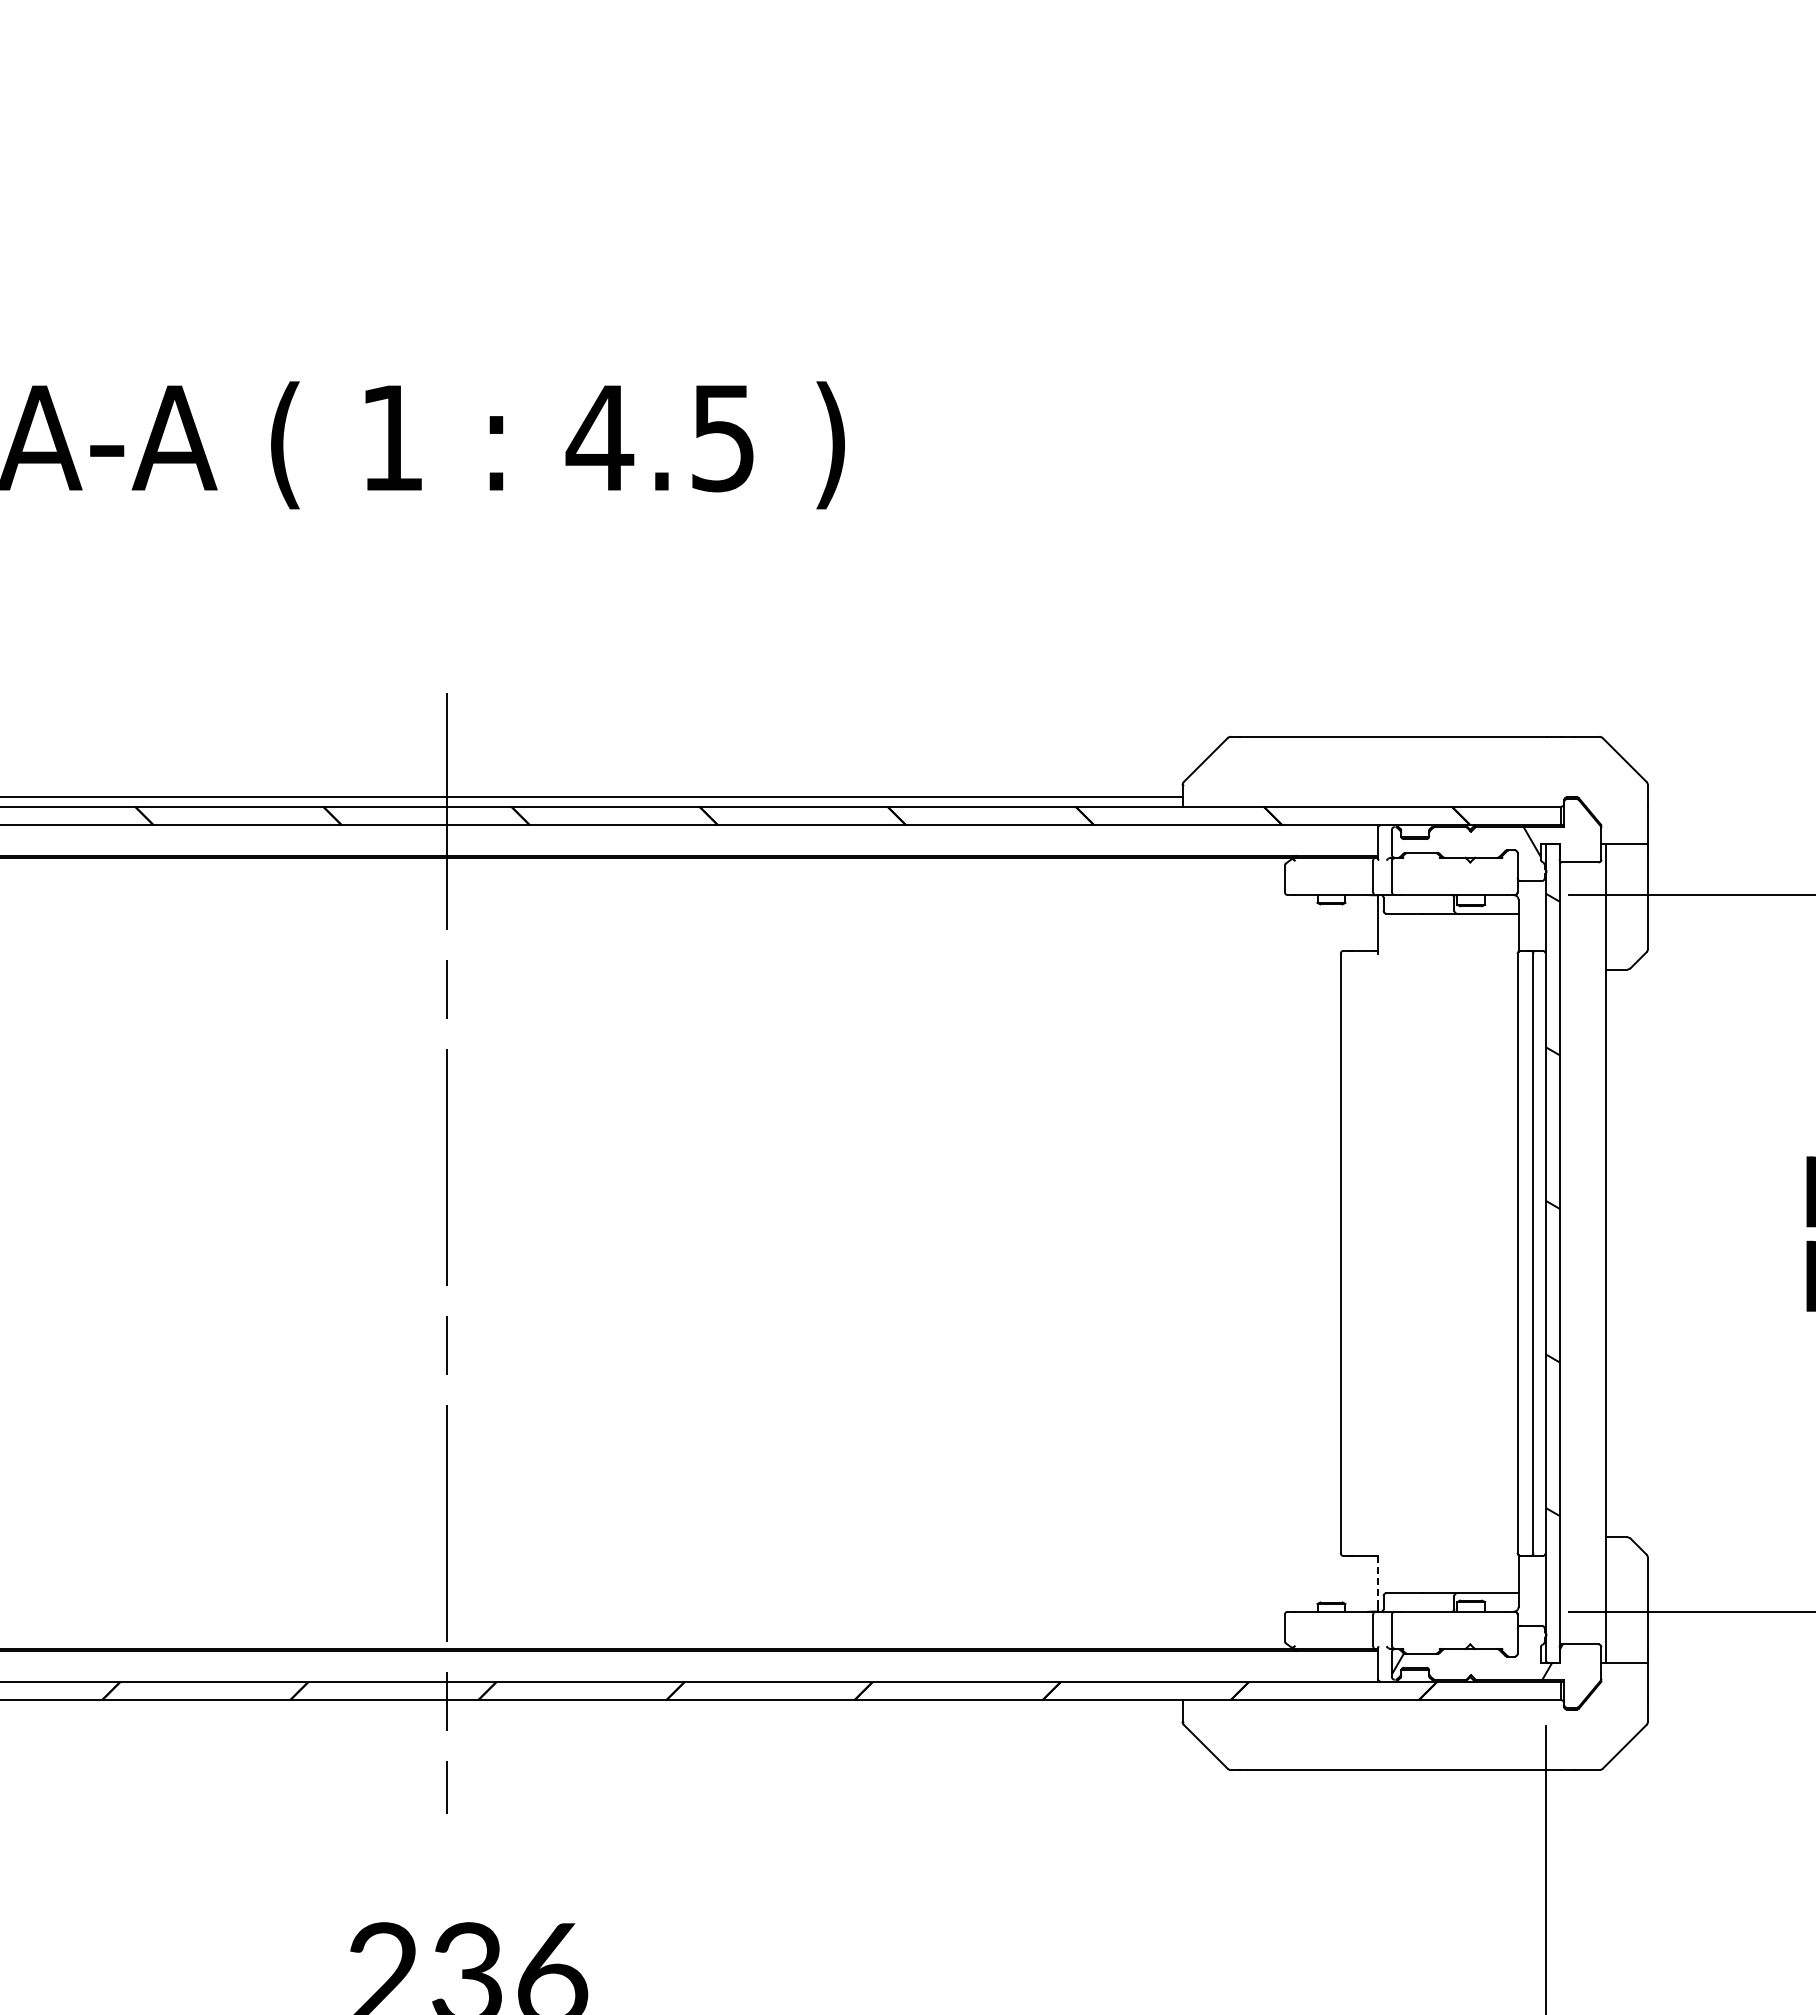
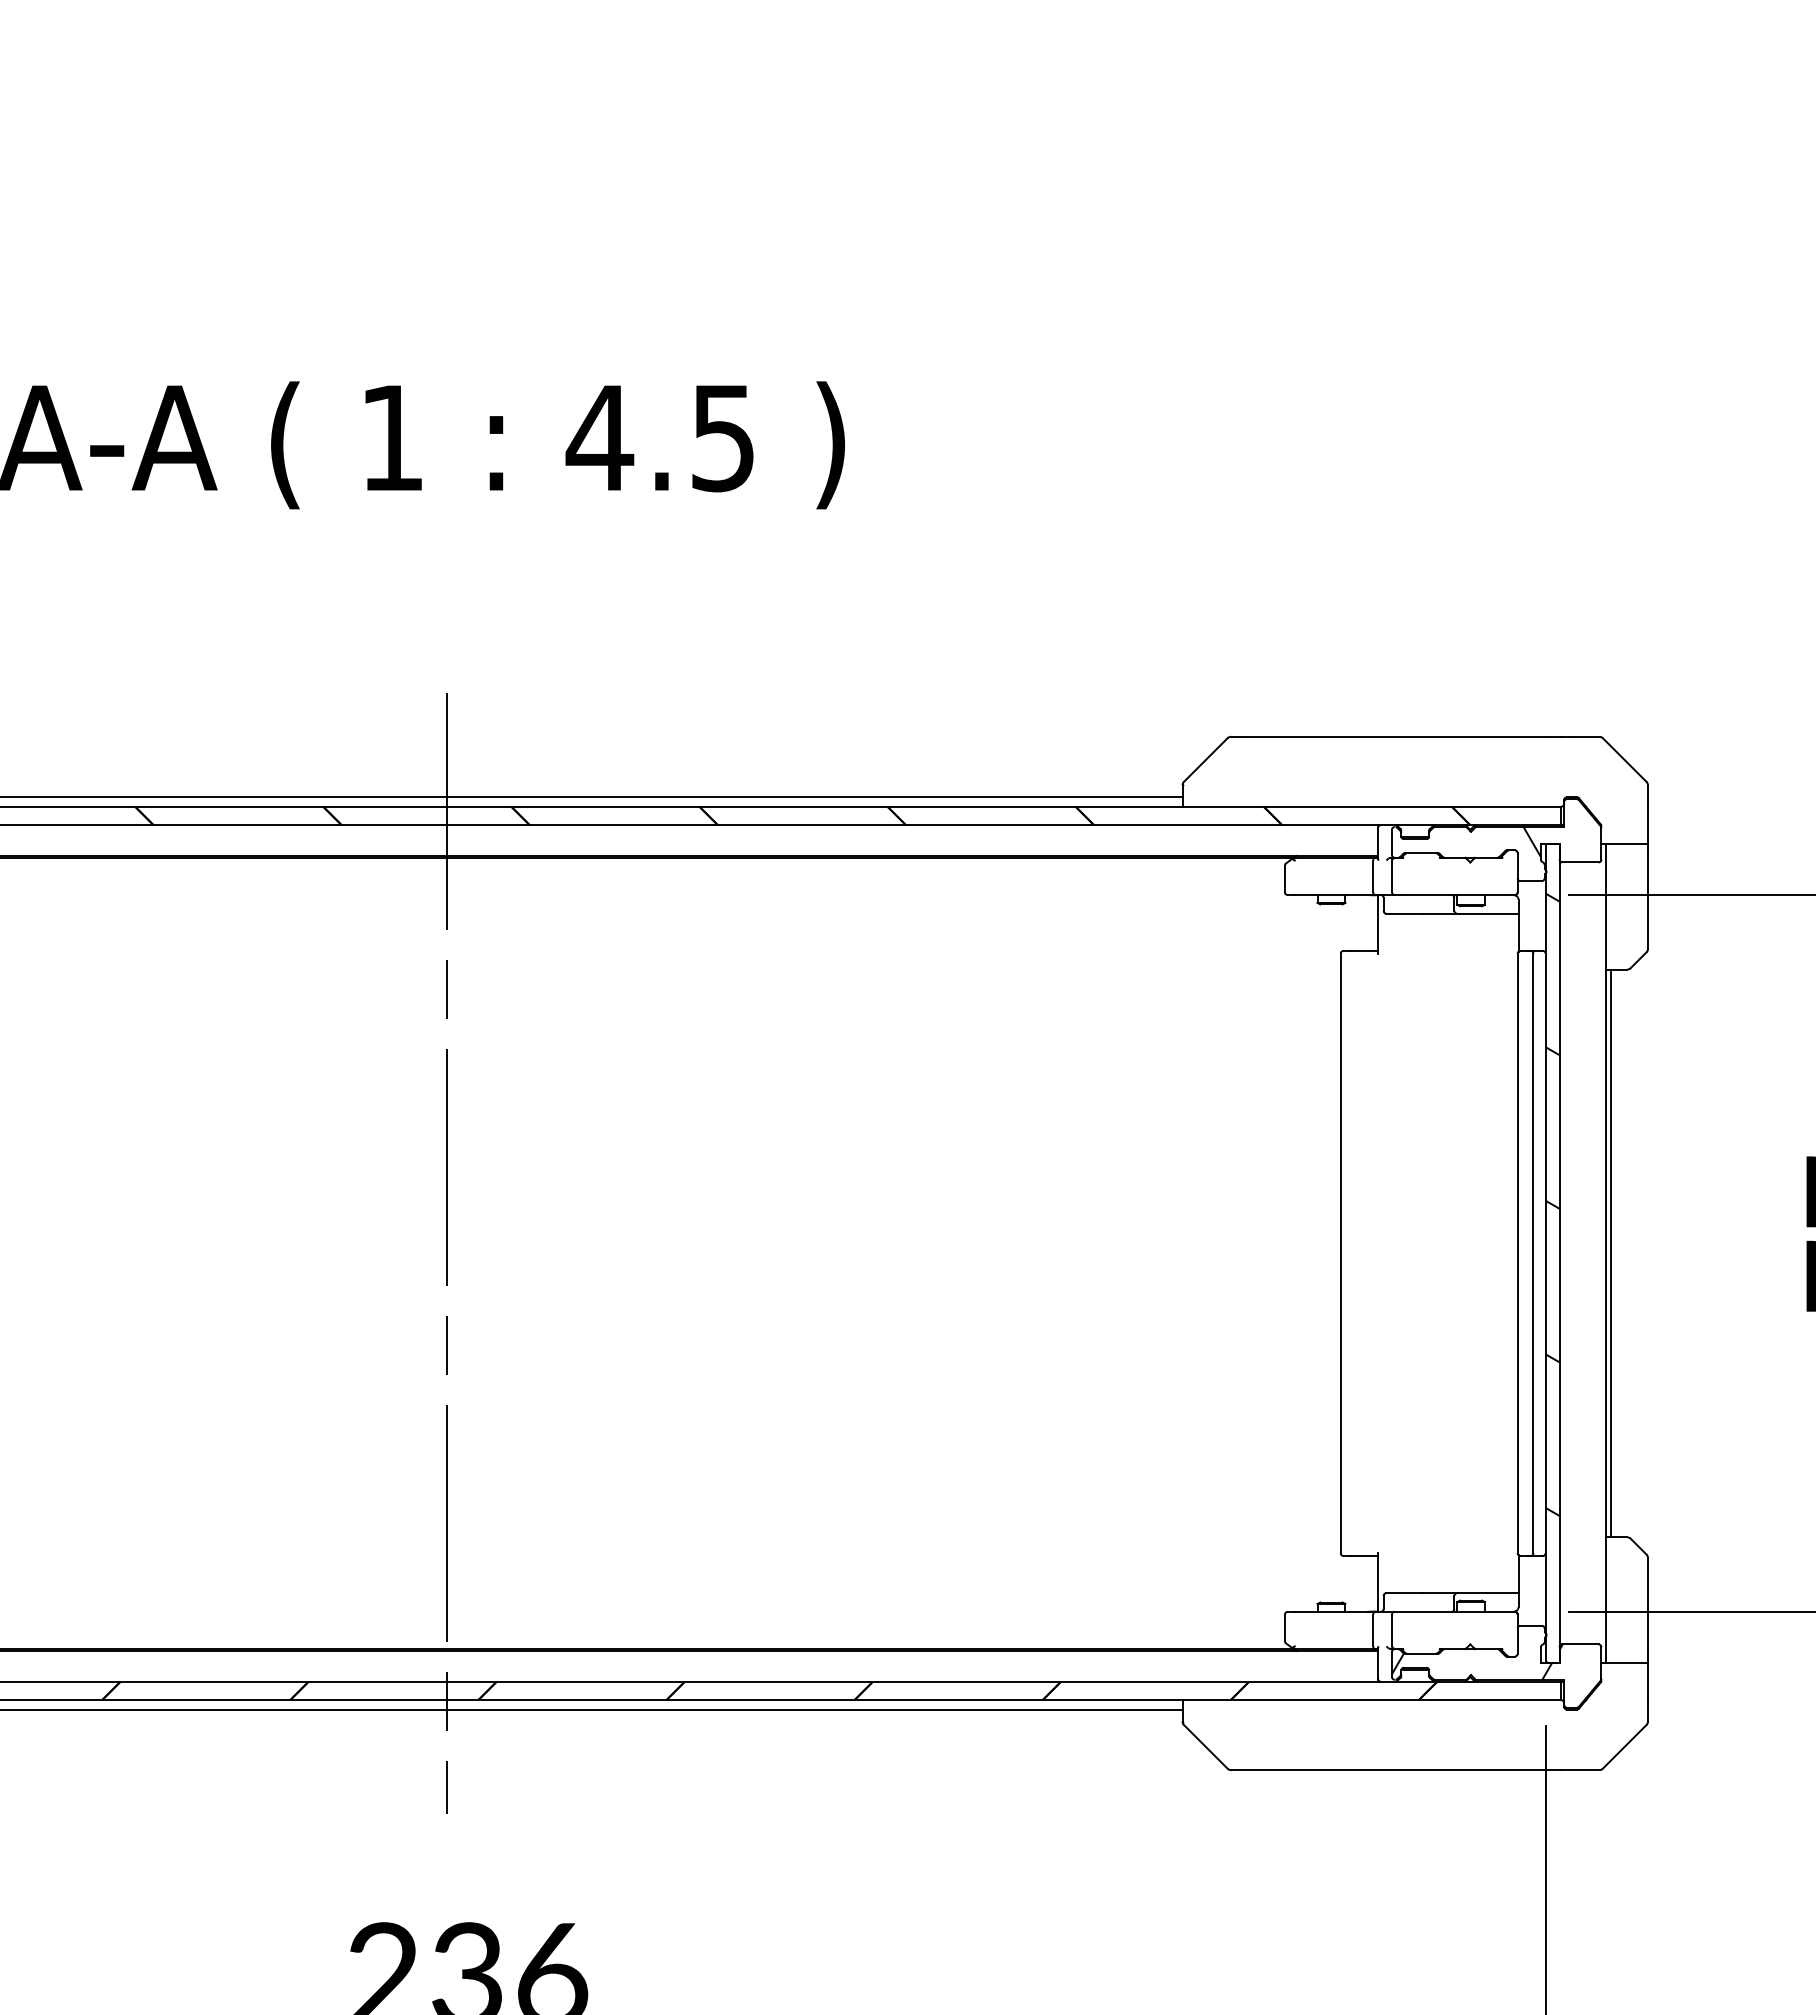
line at (1610, 1253): none -> present
line at (1378, 1580): dashed -> solid
line at (592, 1709): none -> present
